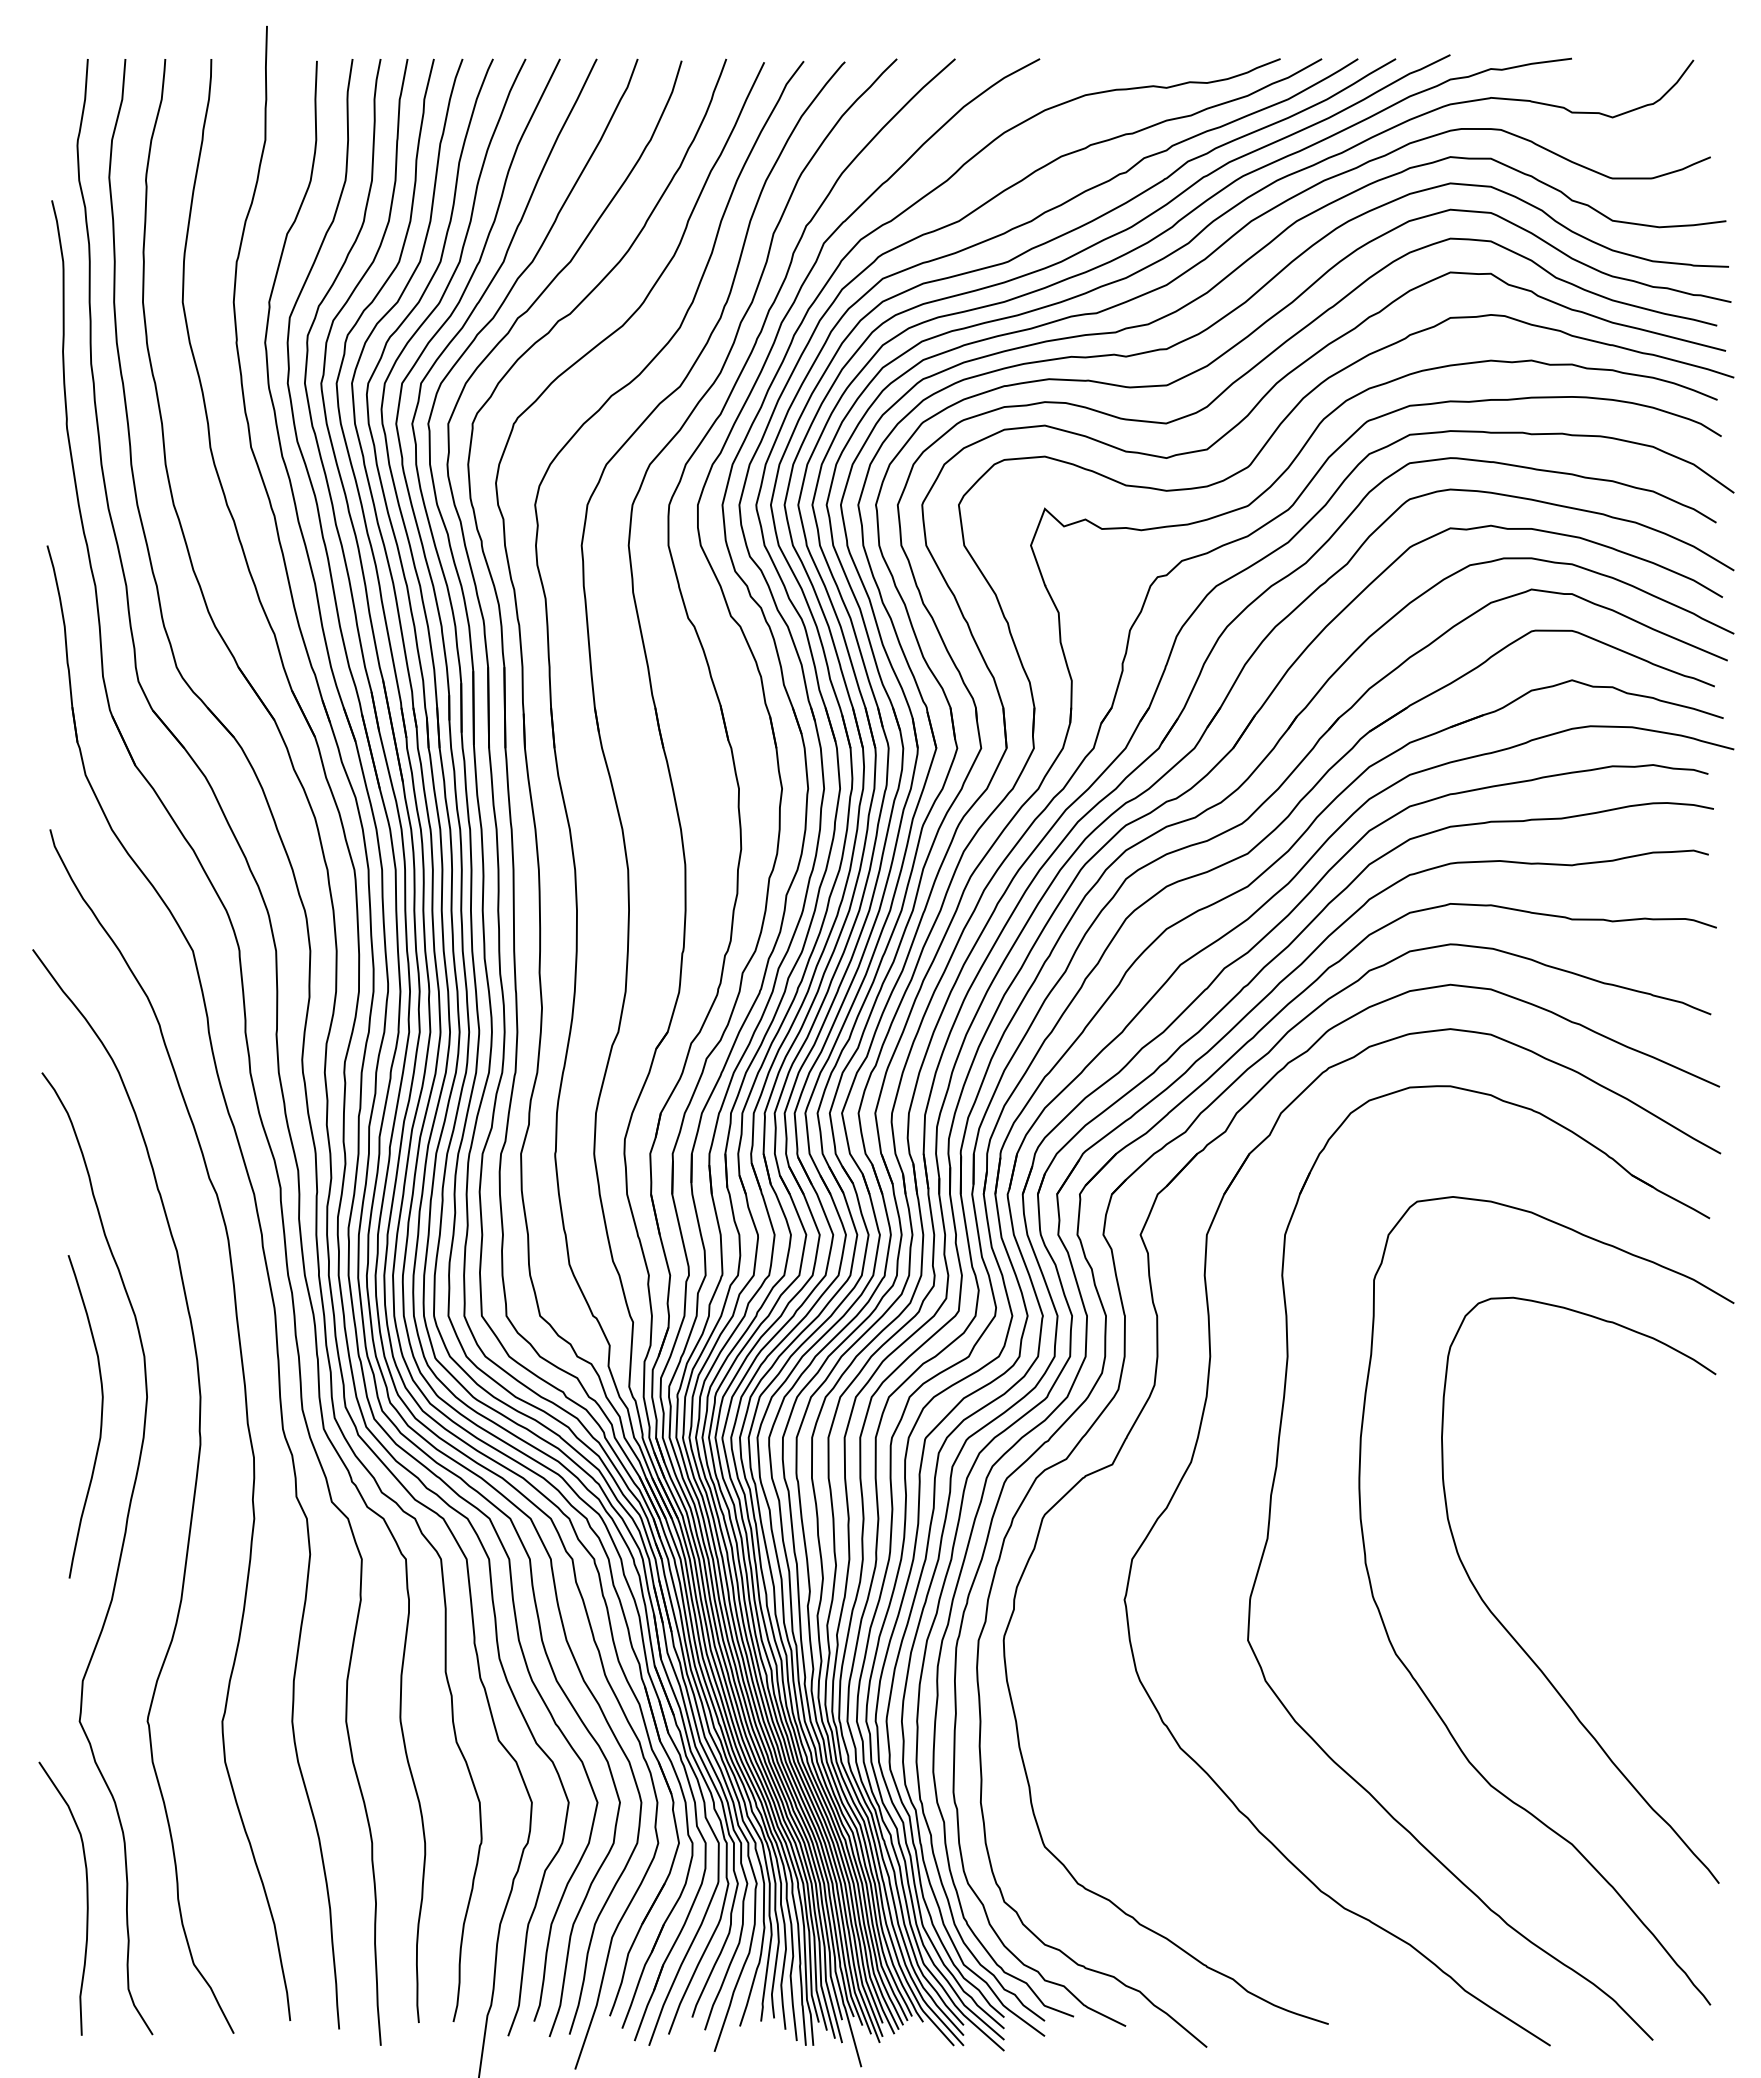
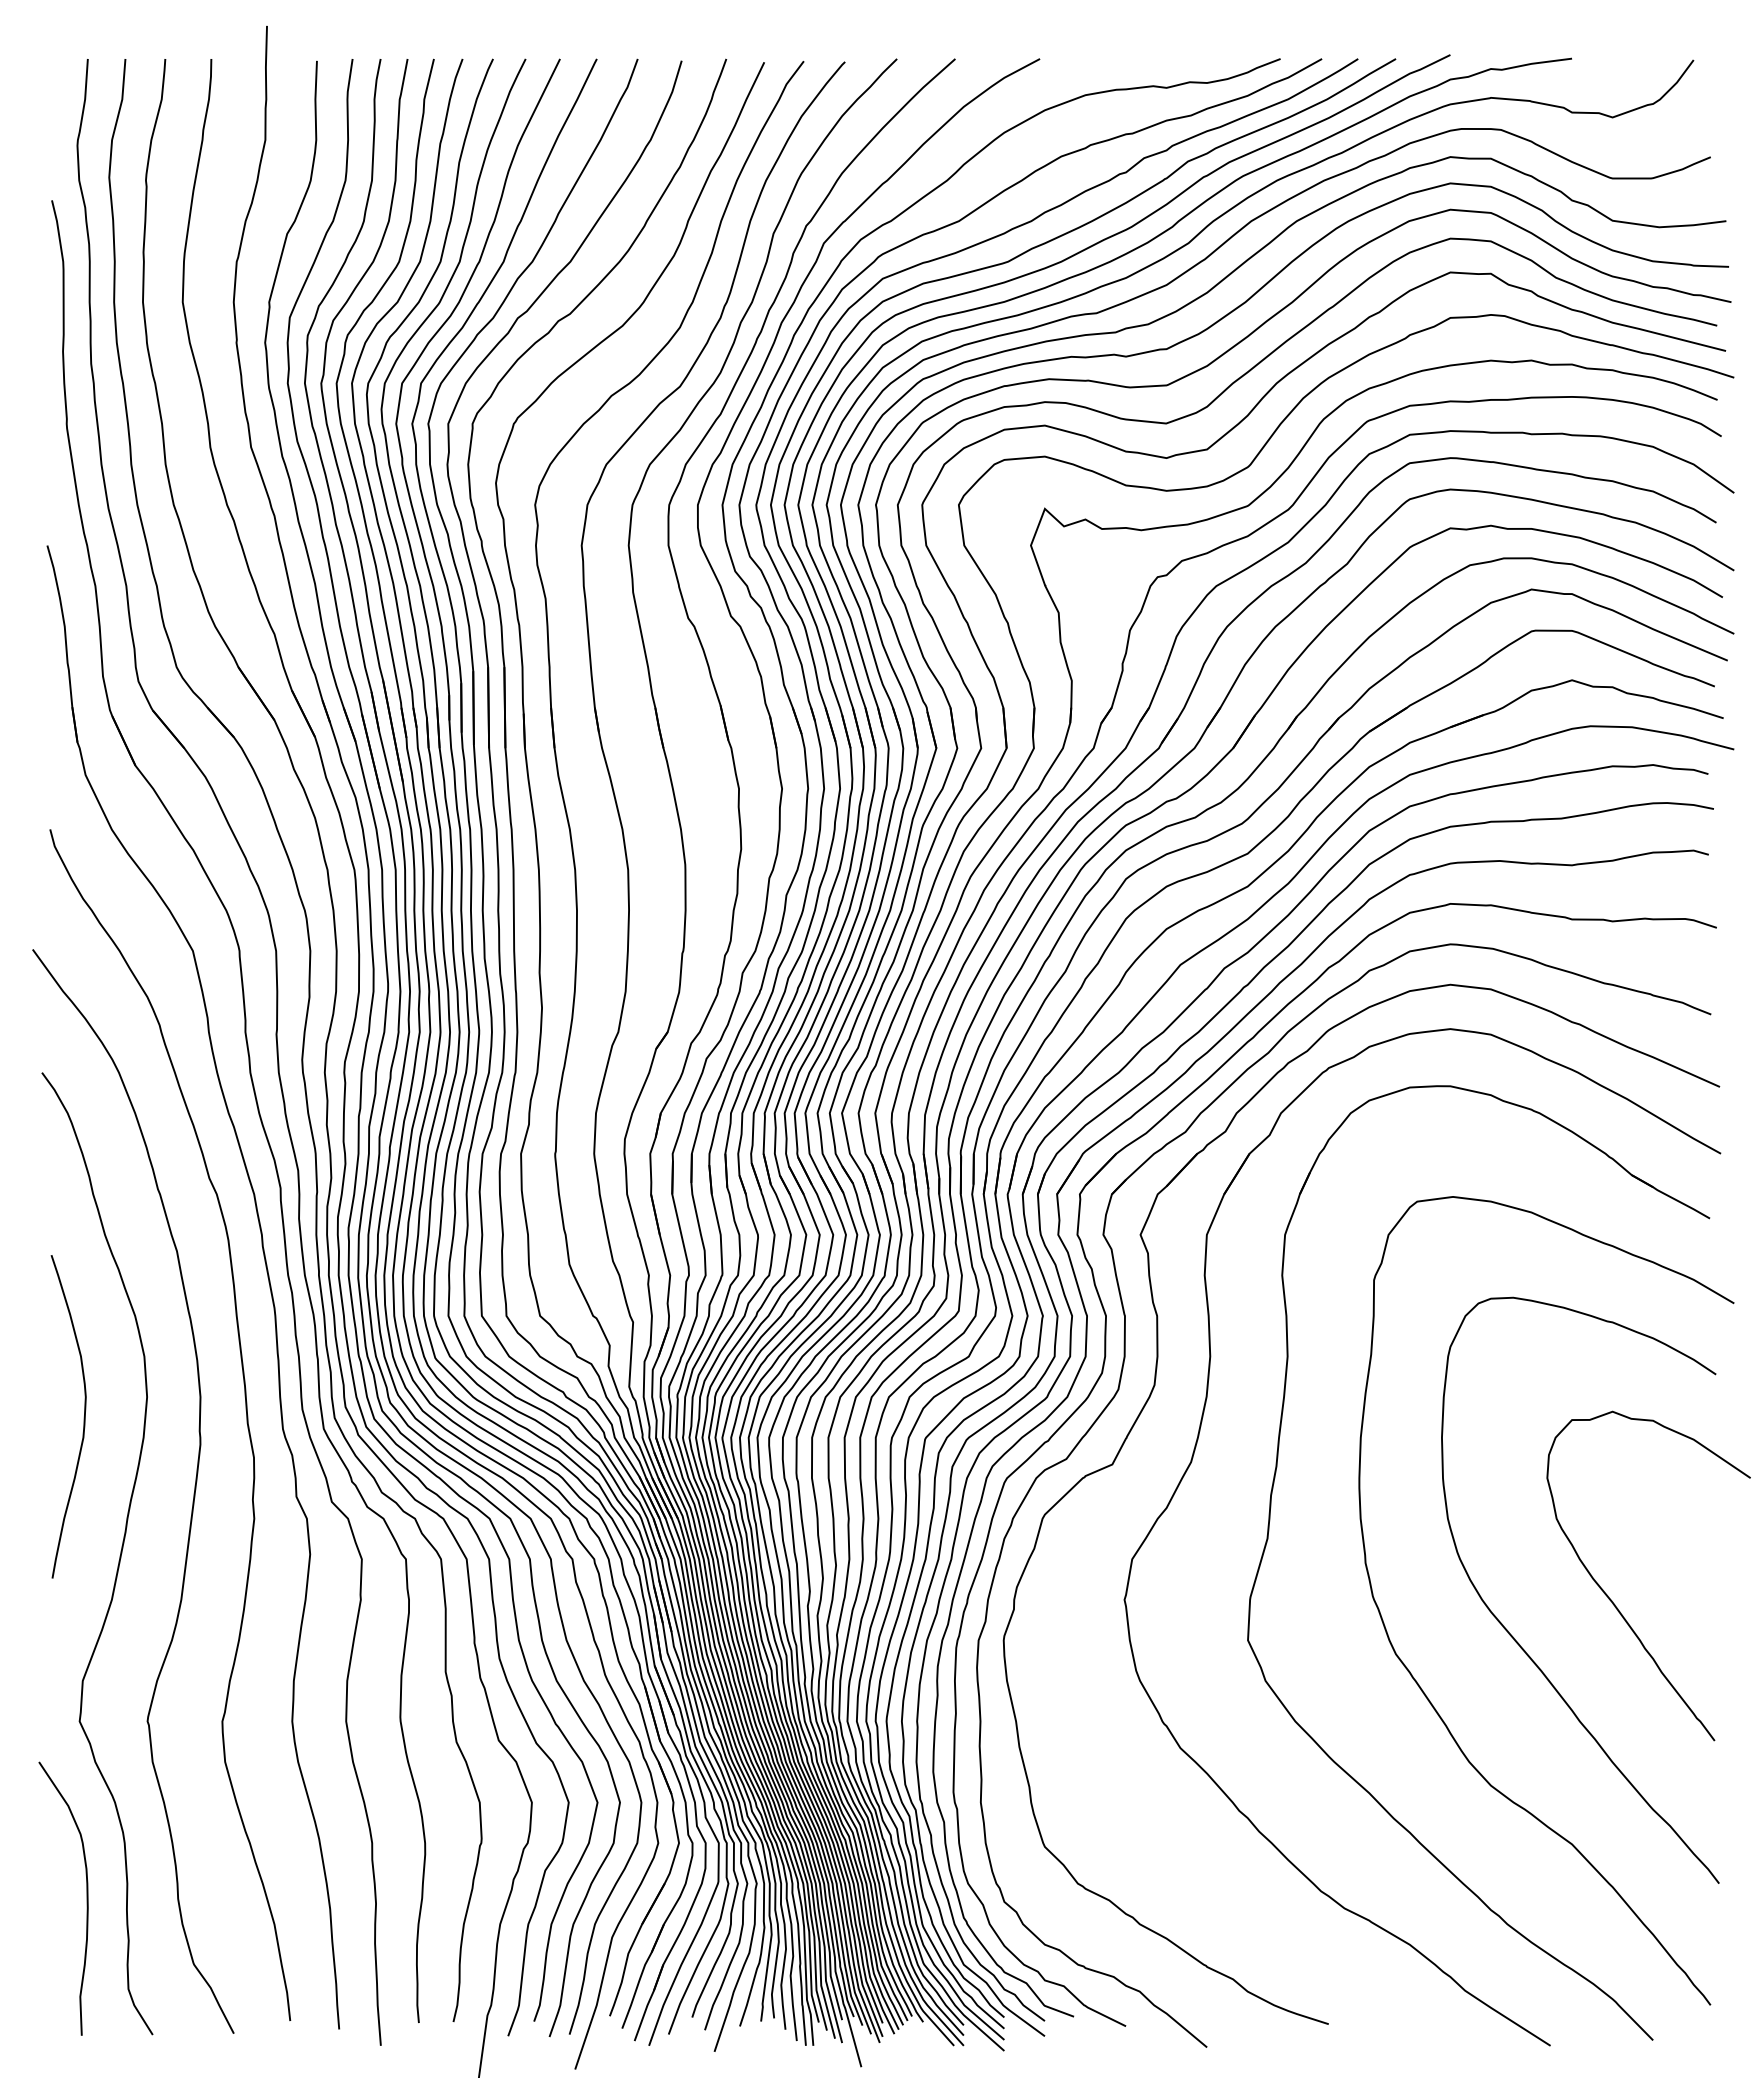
curve at (100, 1417) position: (100, 1417) -> (83, 1417)
curve at (1612, 1600): none -> present
